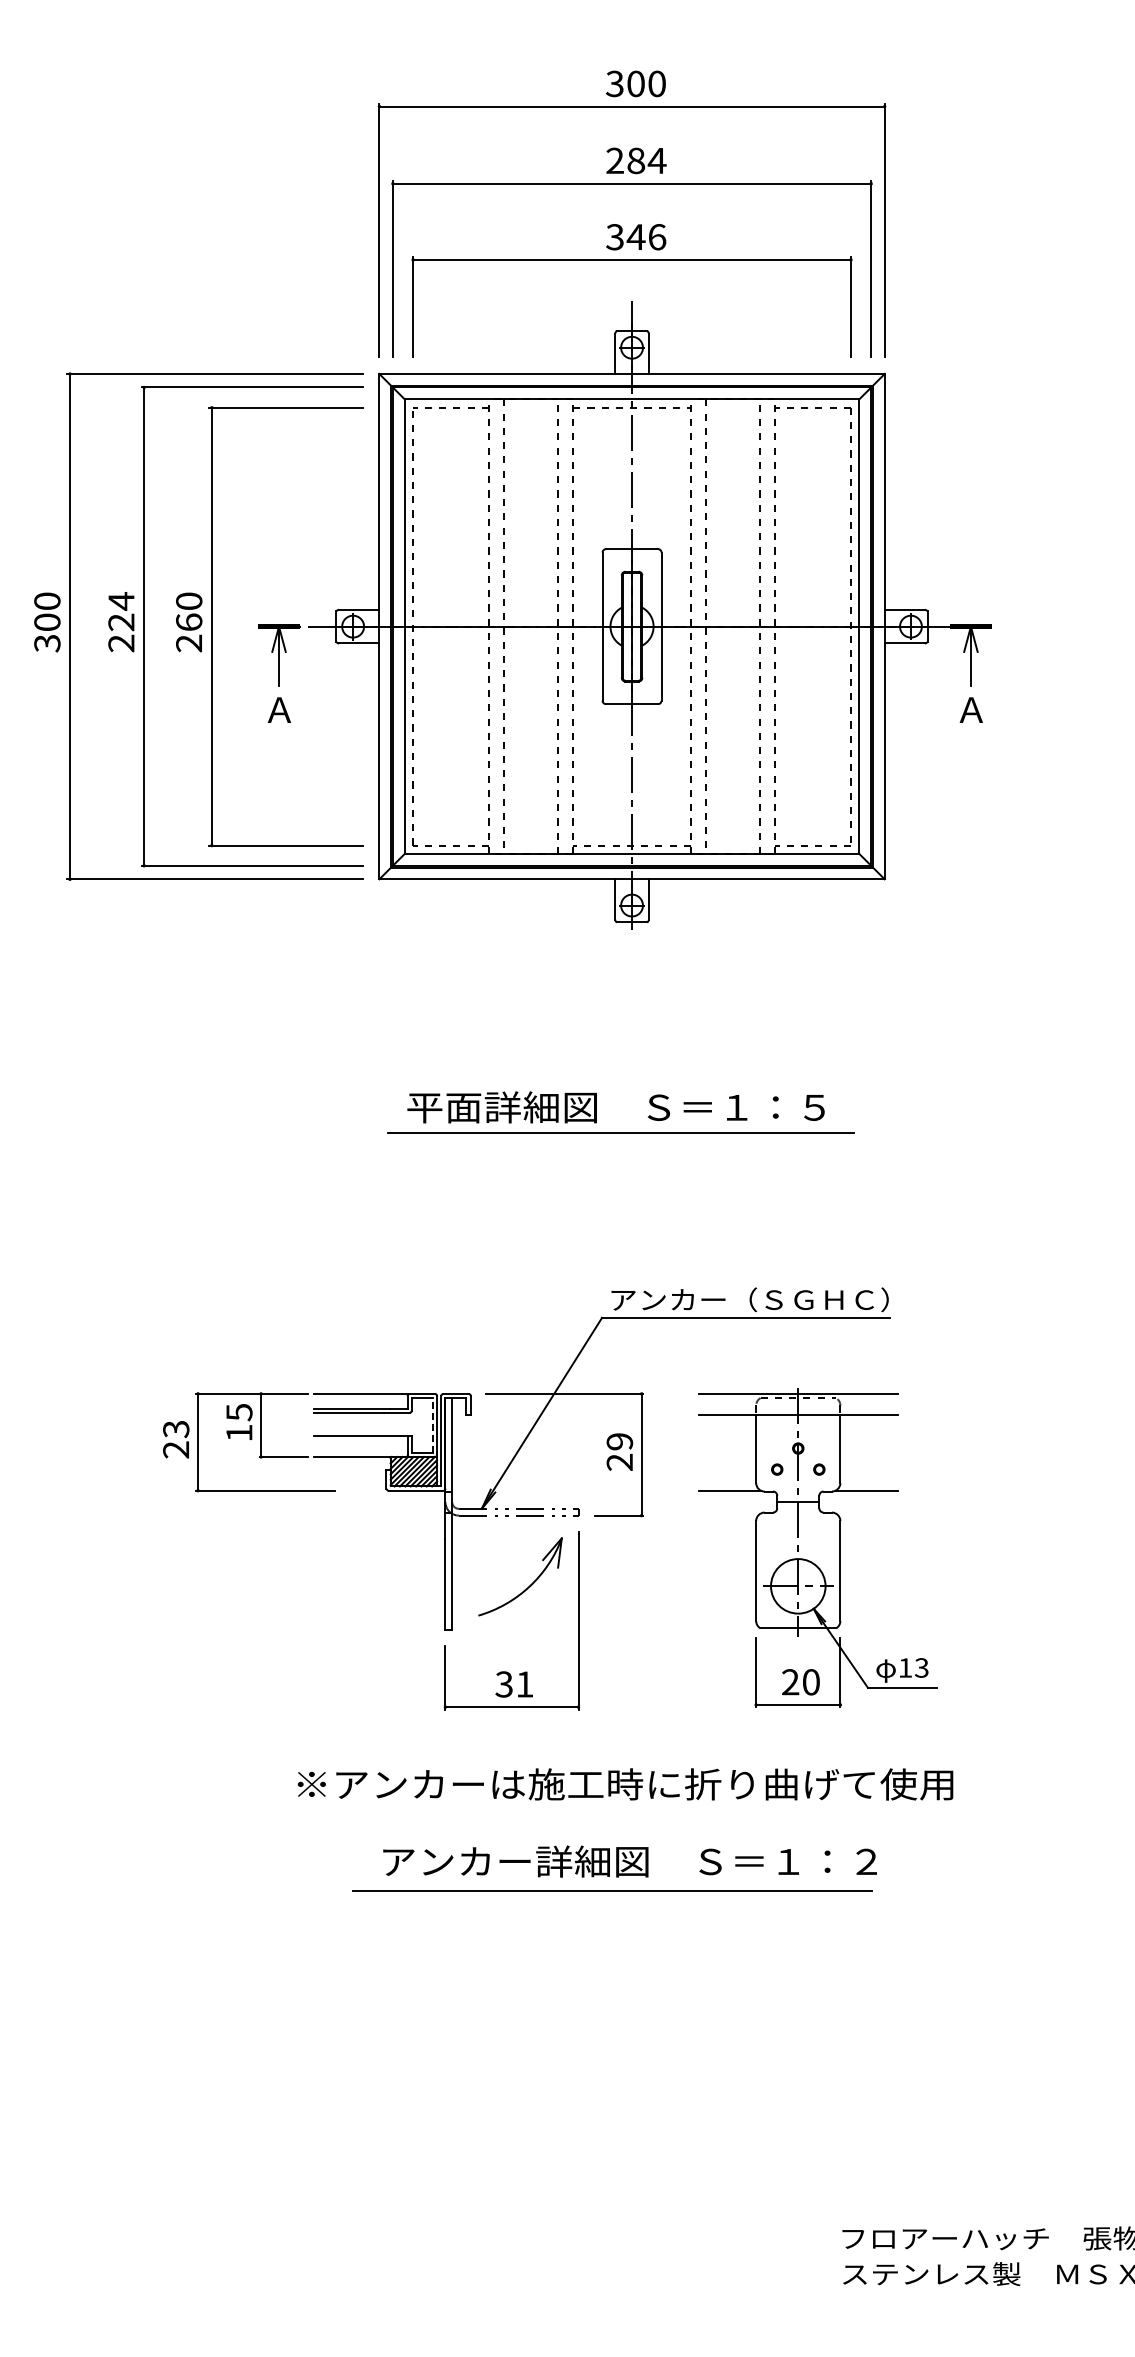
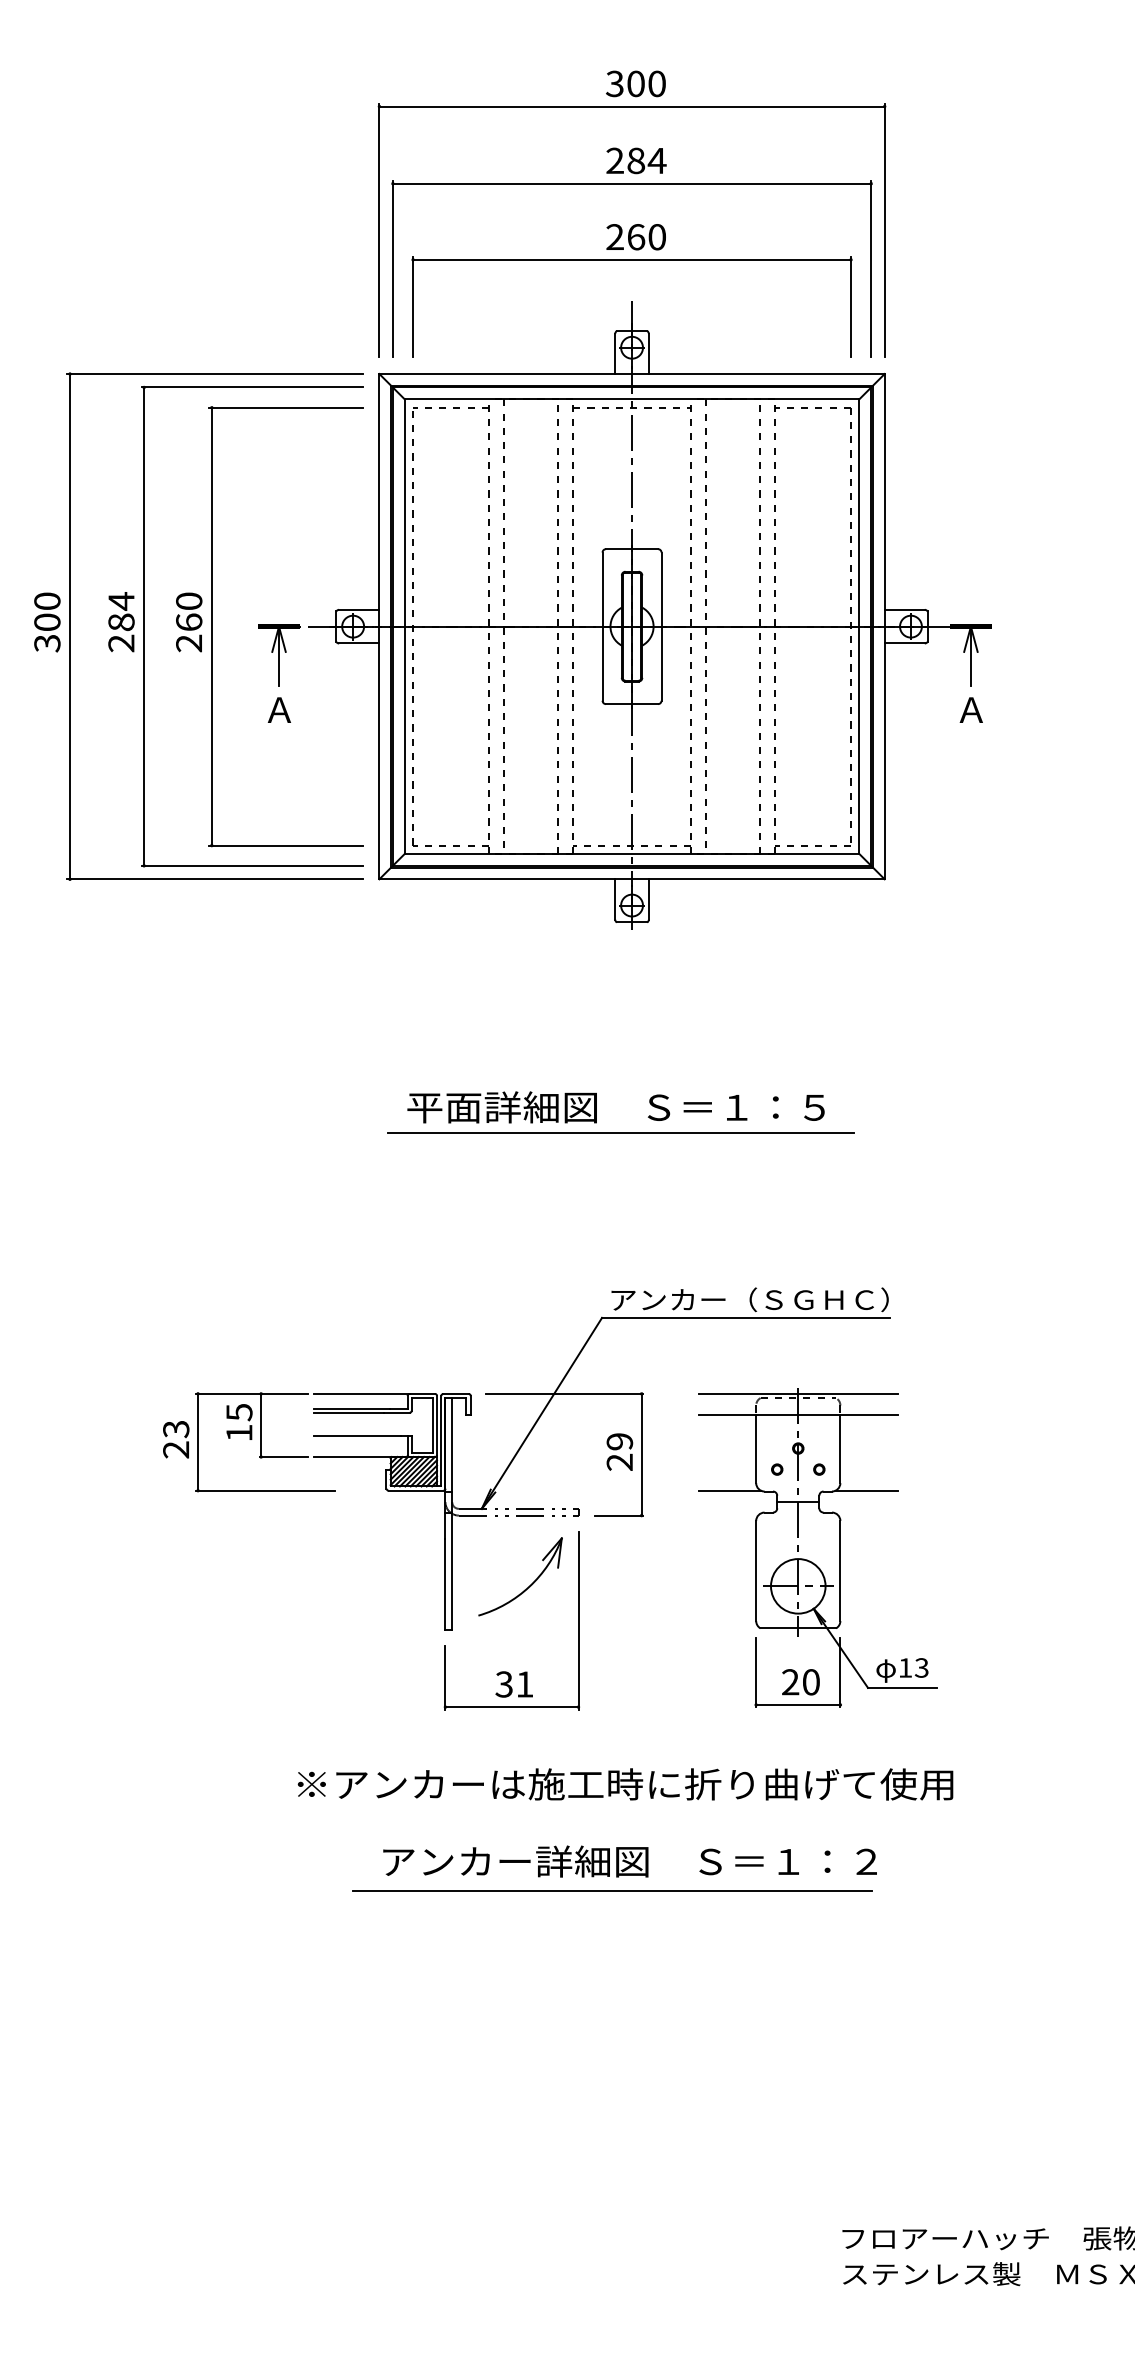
text at (636, 237): 346 -> 260
text at (121, 622): 224 -> 284
line at (432, 1424): dashed -> solid
